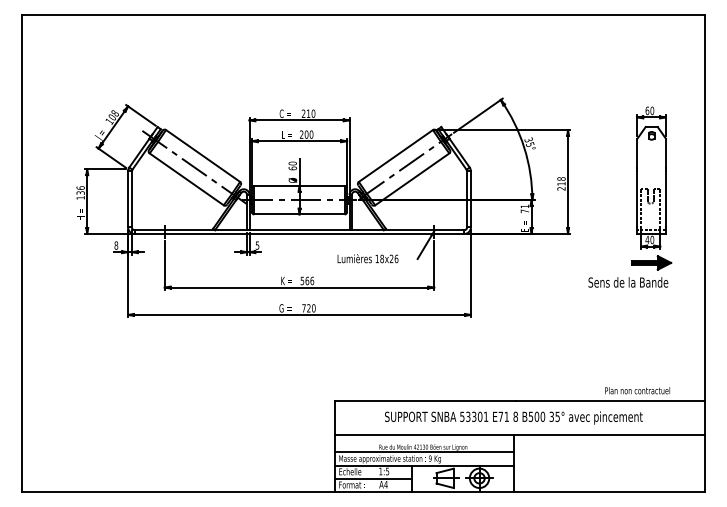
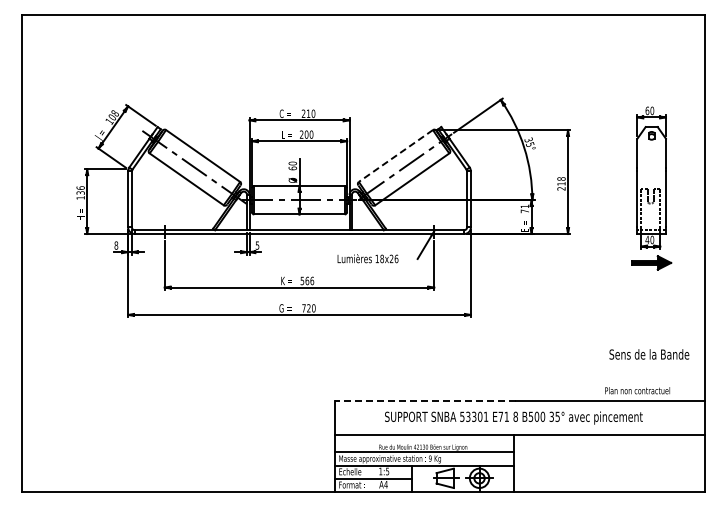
line at (395, 156): solid -> dashed
text at (628, 282) position: (628, 282) -> (649, 354)
line at (425, 401): solid -> dashed
